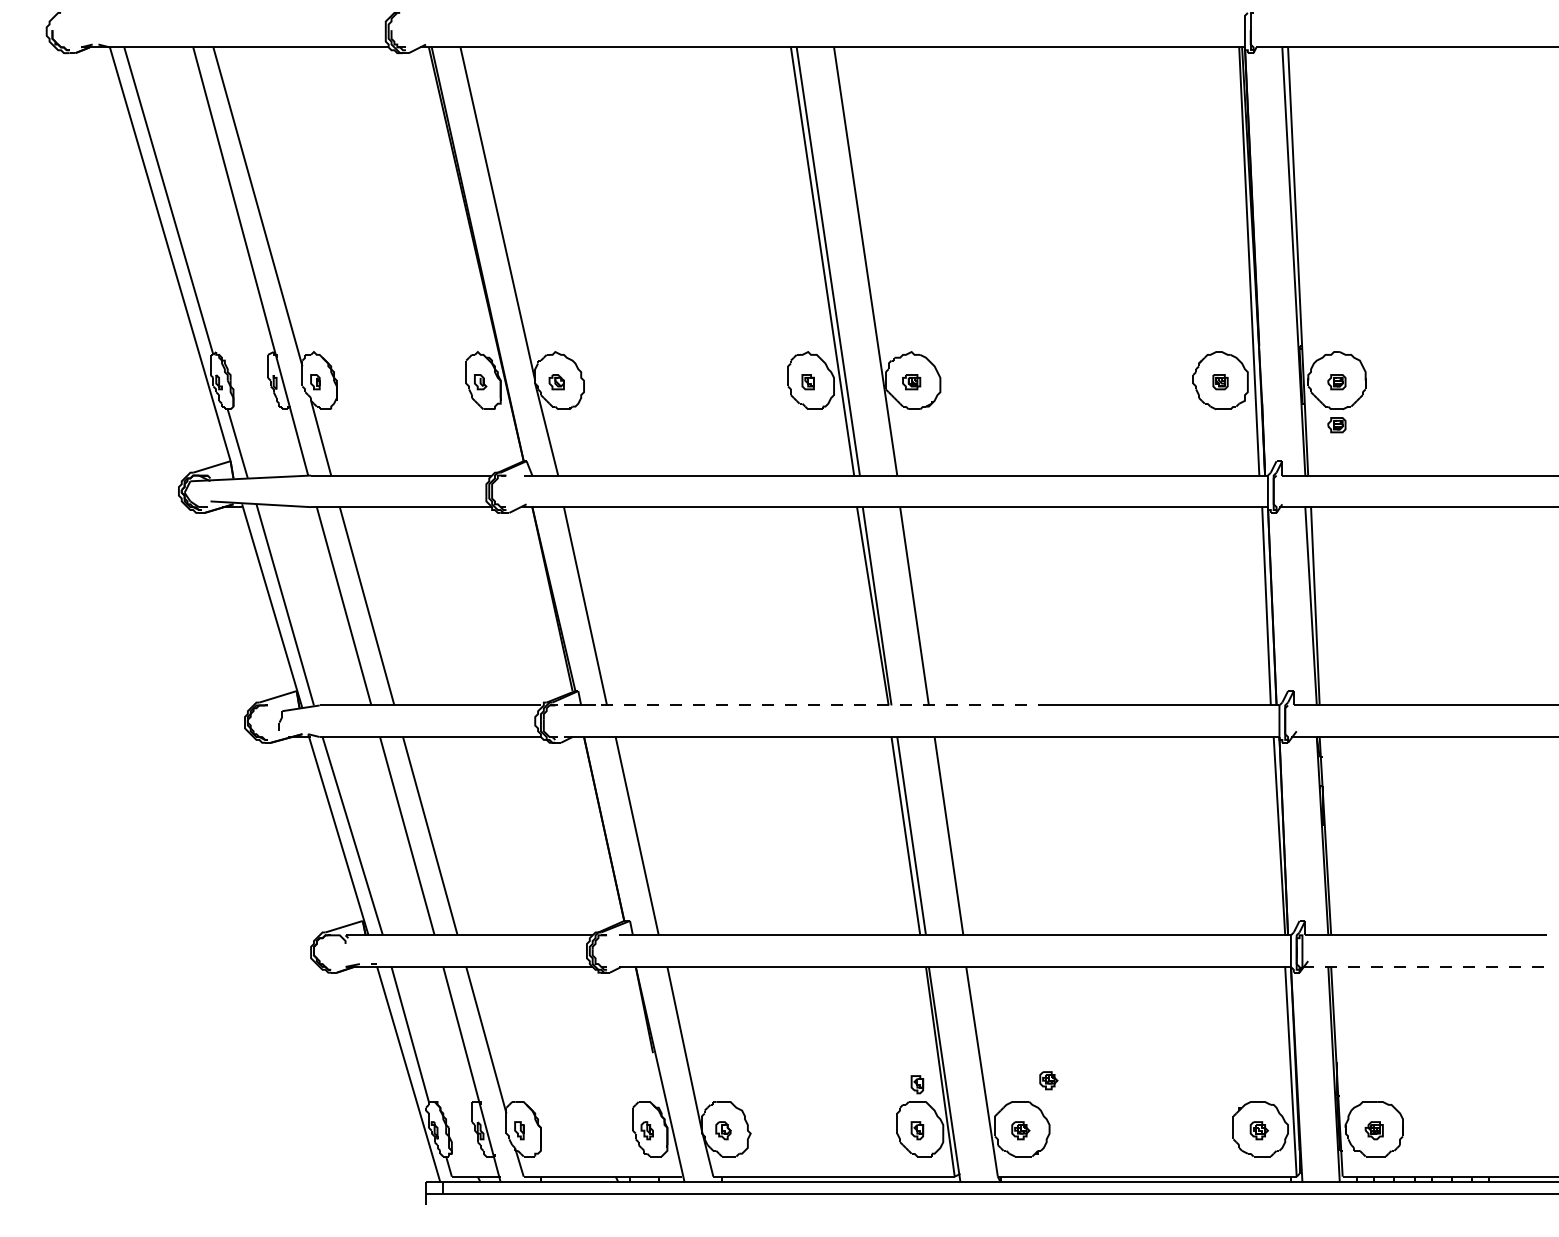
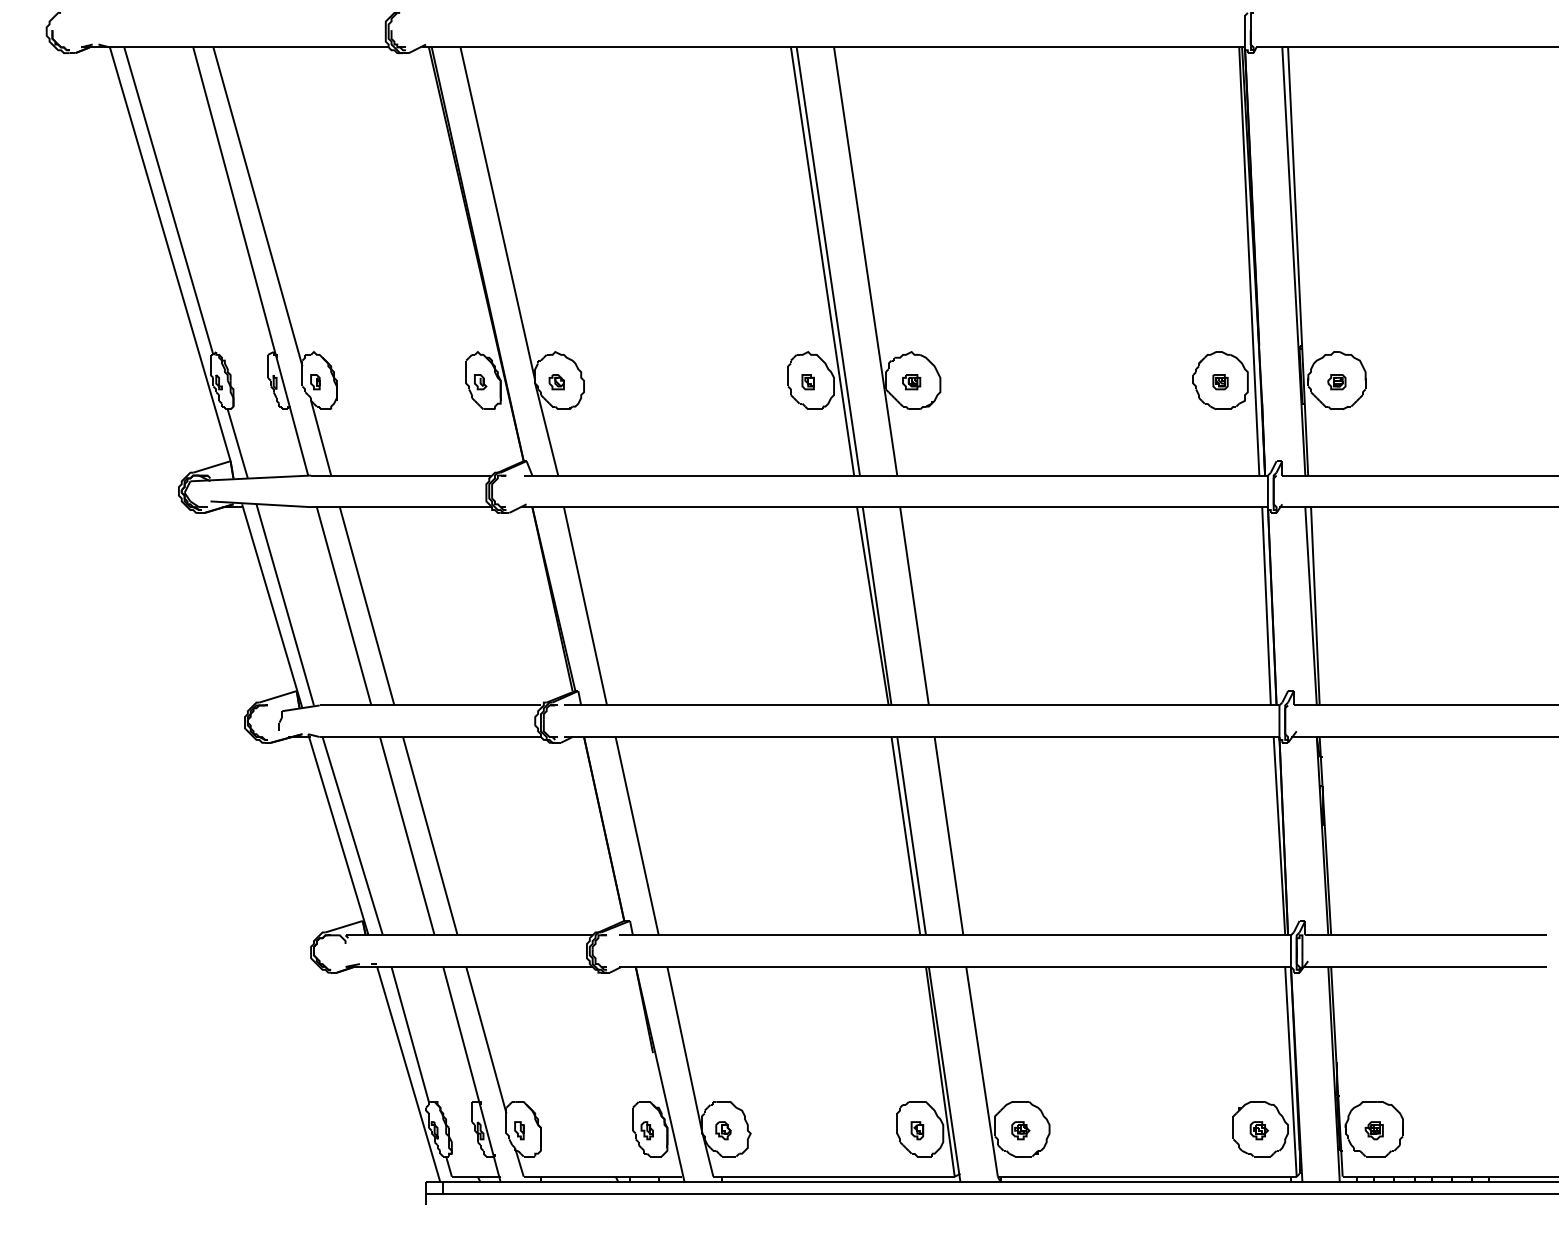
part at (1336, 425): present -> none
line at (822, 705): dashed -> solid
line at (1425, 966): dashed -> solid
part at (1048, 1080): present -> none
part at (917, 1084): present -> none
